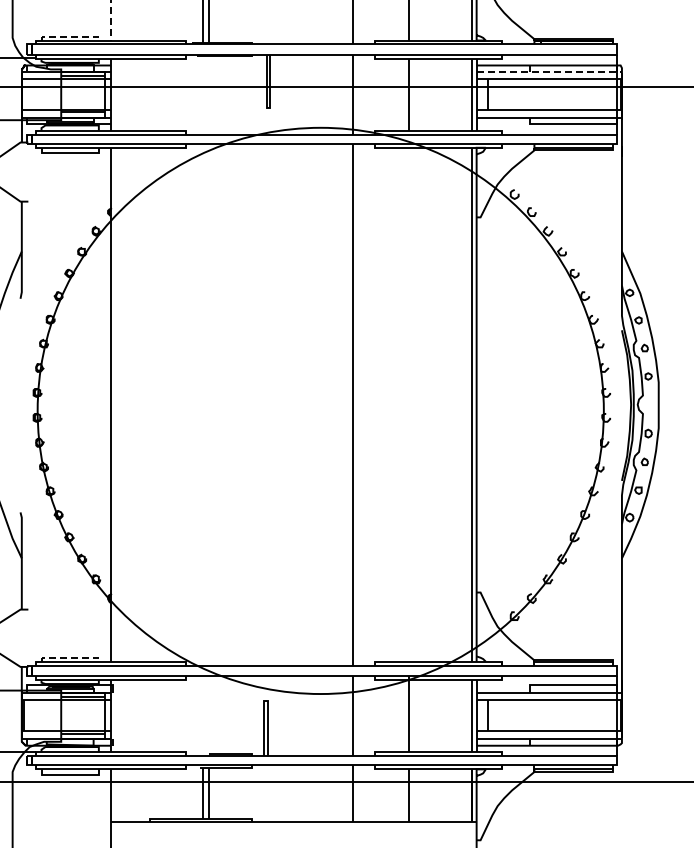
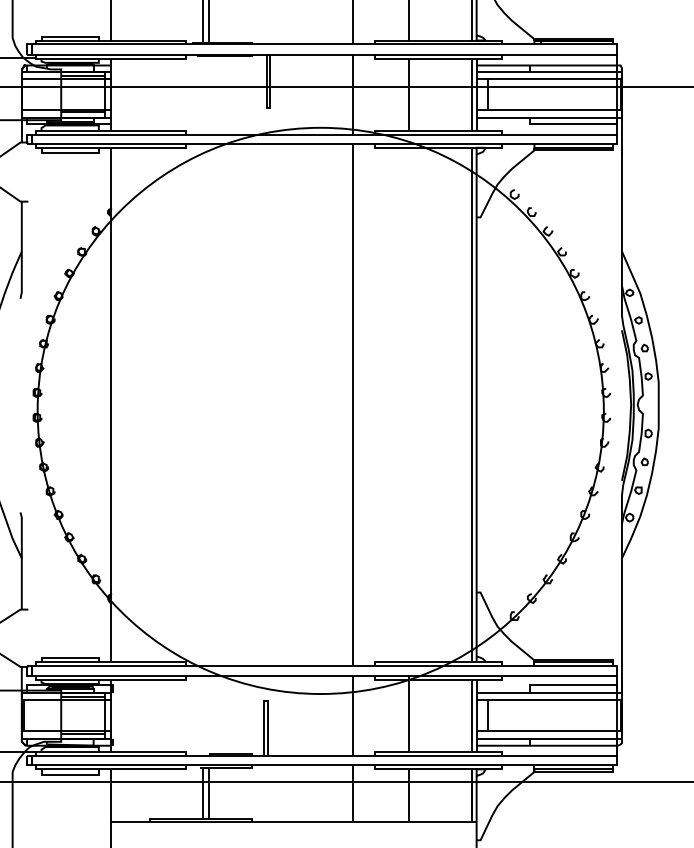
line at (110, 20): dashed -> solid
line at (70, 36): dashed -> solid
line at (549, 72): dashed -> solid
line at (70, 657): dashed -> solid
